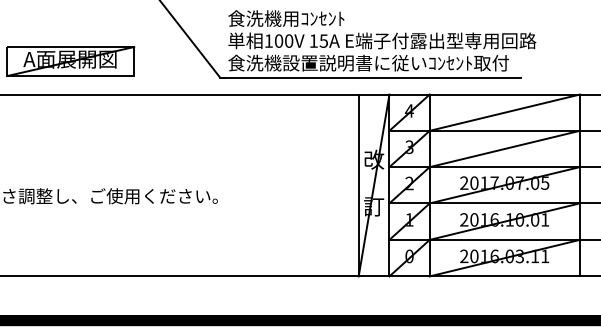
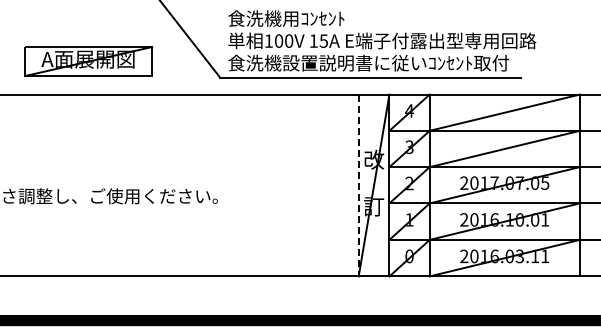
part at (70, 61) position: (70, 61) -> (88, 61)
line at (358, 185): solid -> dashed
